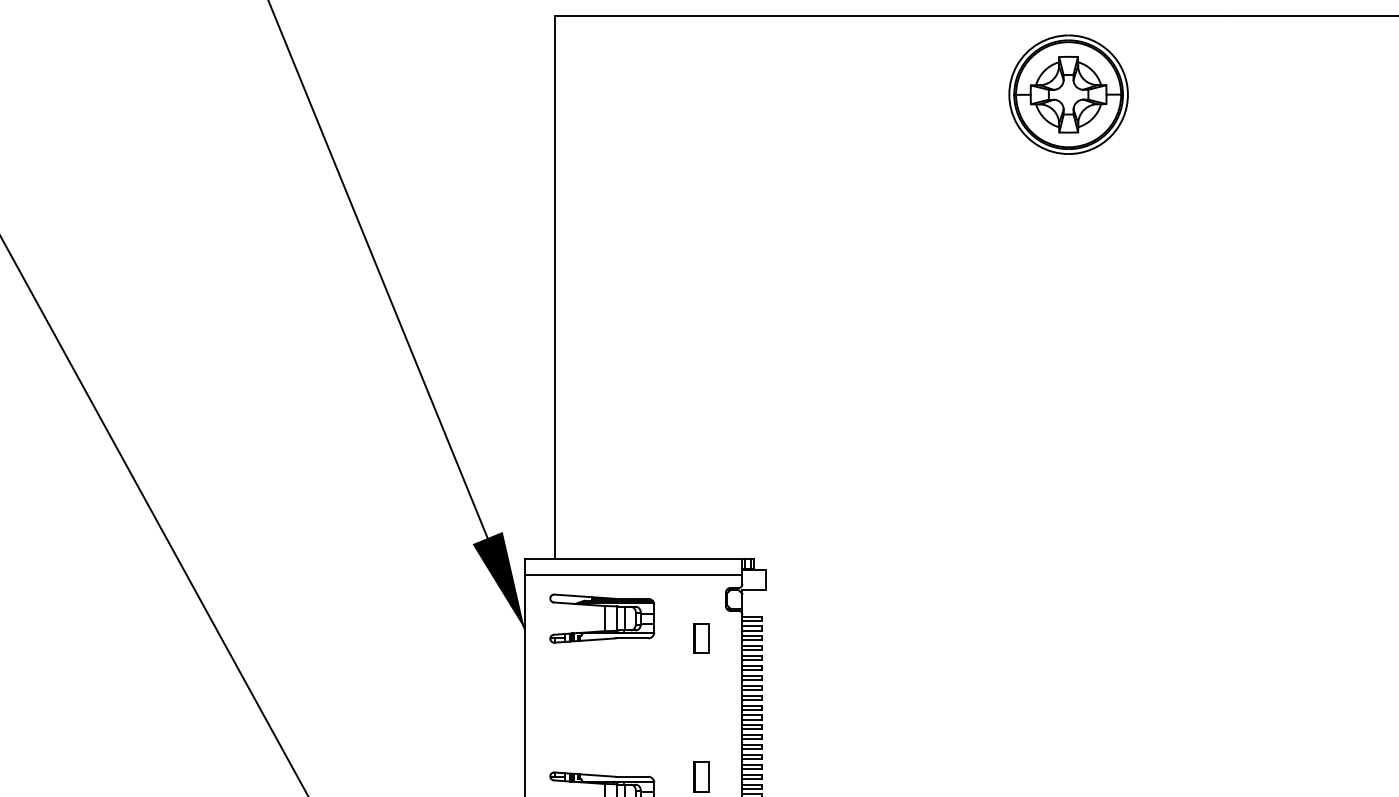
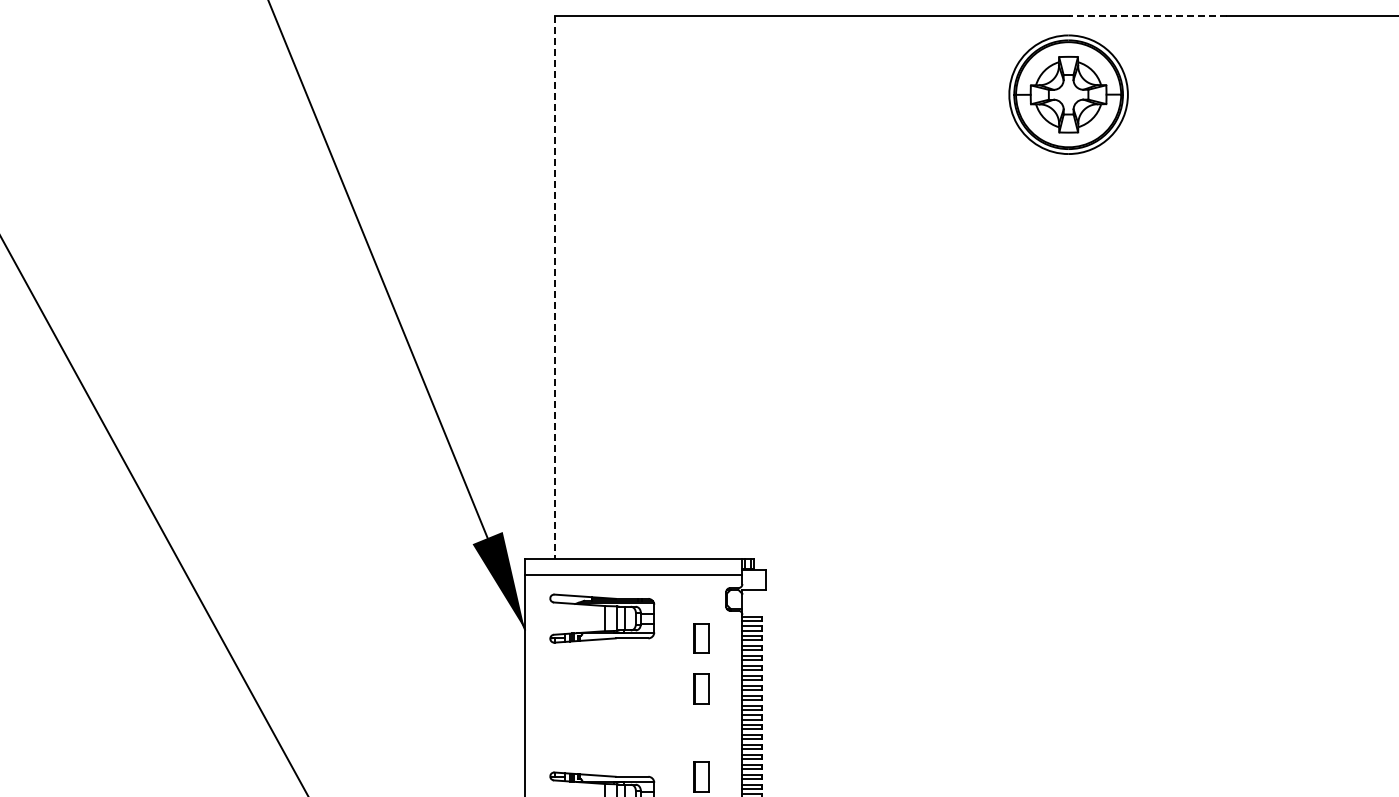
line at (1147, 15): solid -> dashed
line at (554, 287): solid -> dashed
part at (701, 688): none -> present
